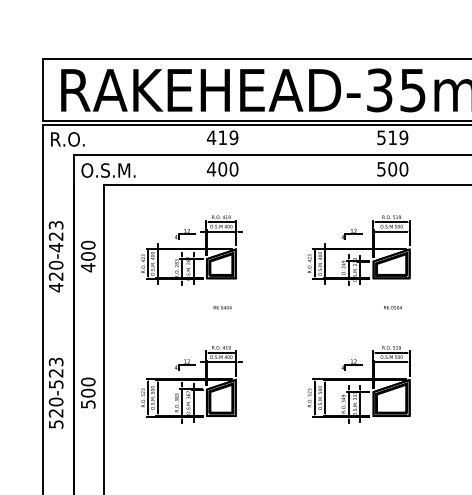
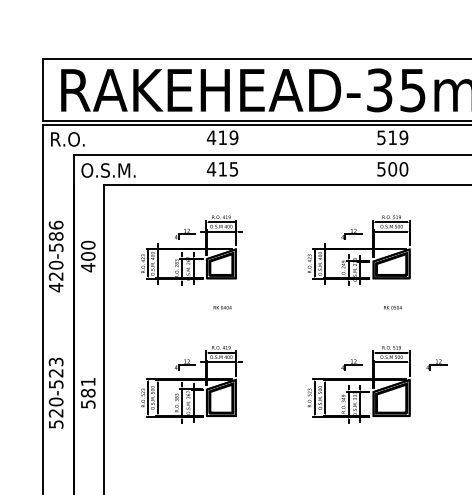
text at (228, 169): 400 -> 415
text at (55, 236): 420-423 -> 420-586
part at (436, 364): none -> present
text at (88, 387): 500 -> 581
